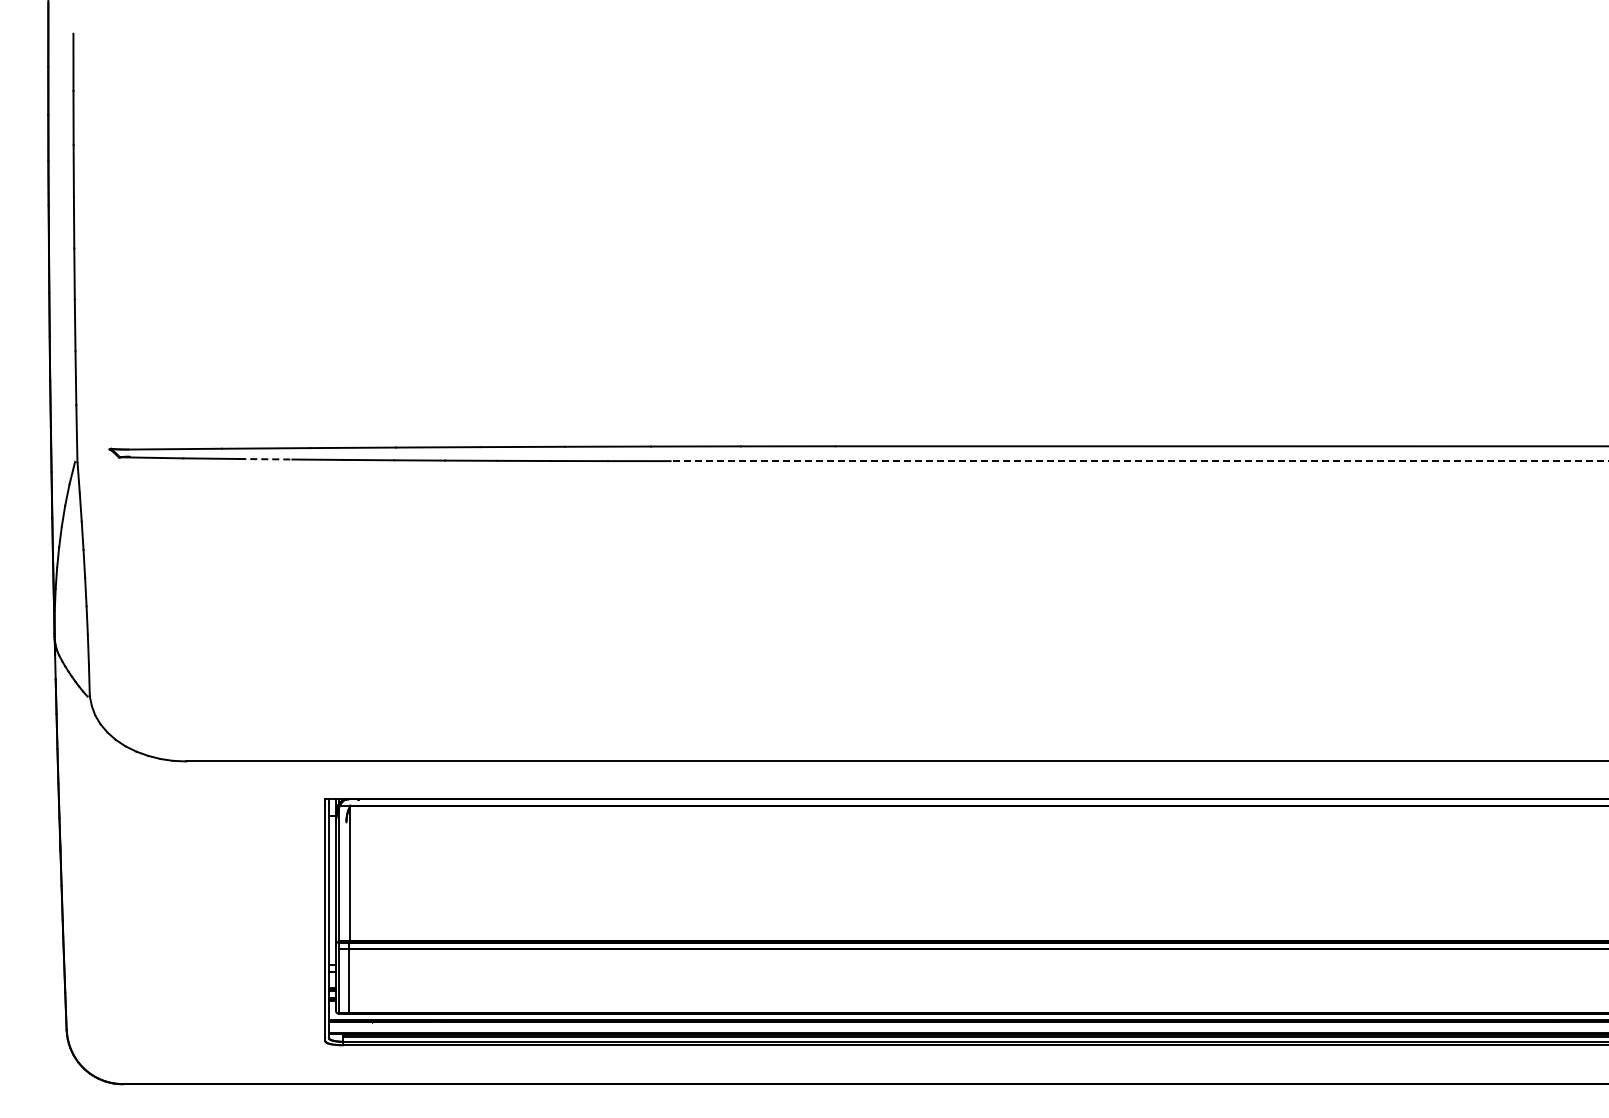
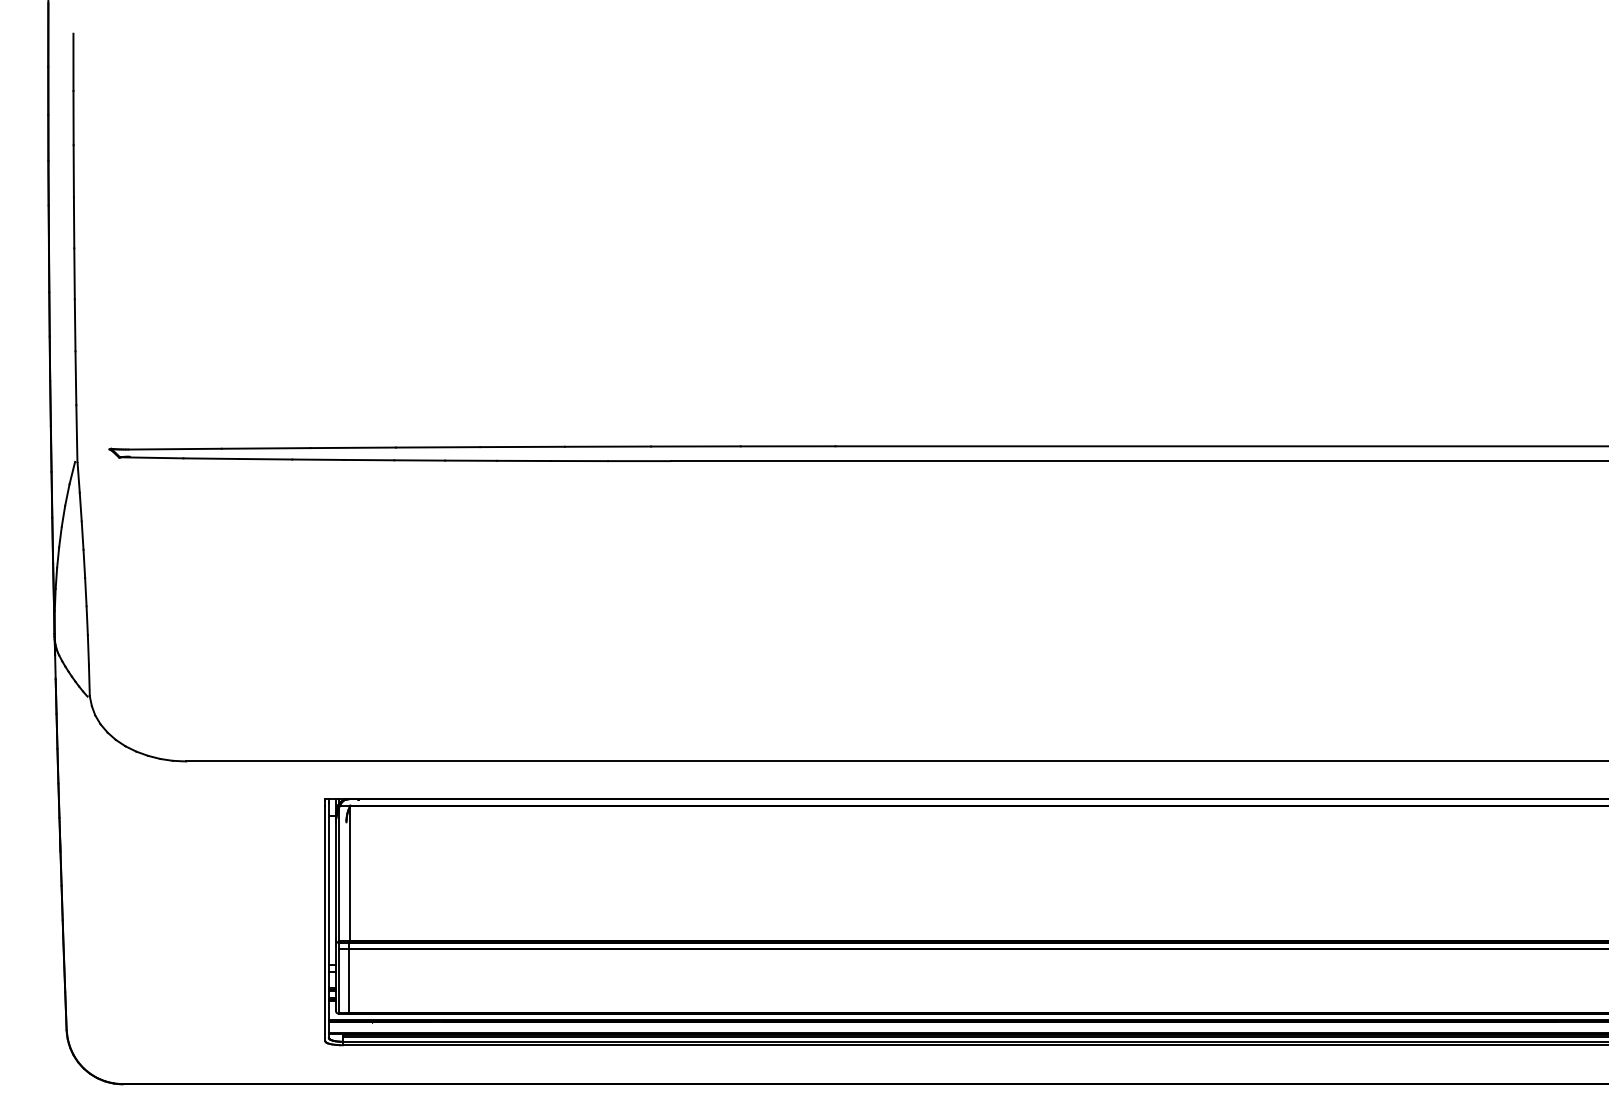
line at (265, 459): dashed -> solid
line at (1139, 461): dashed -> solid
